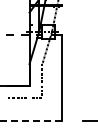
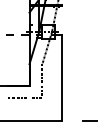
line at (30, 120): dashed -> solid
